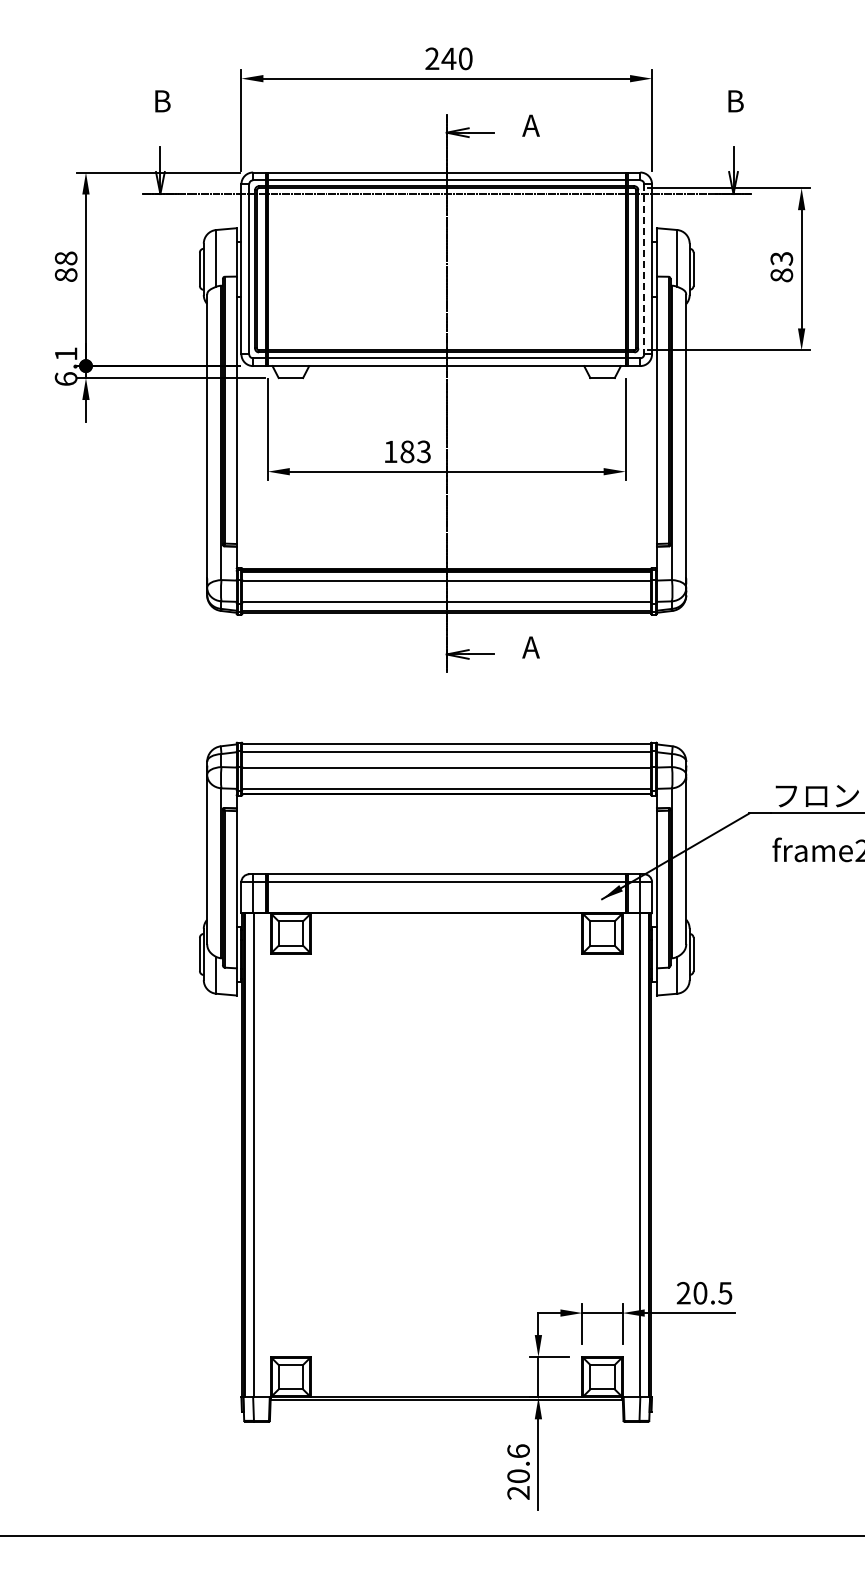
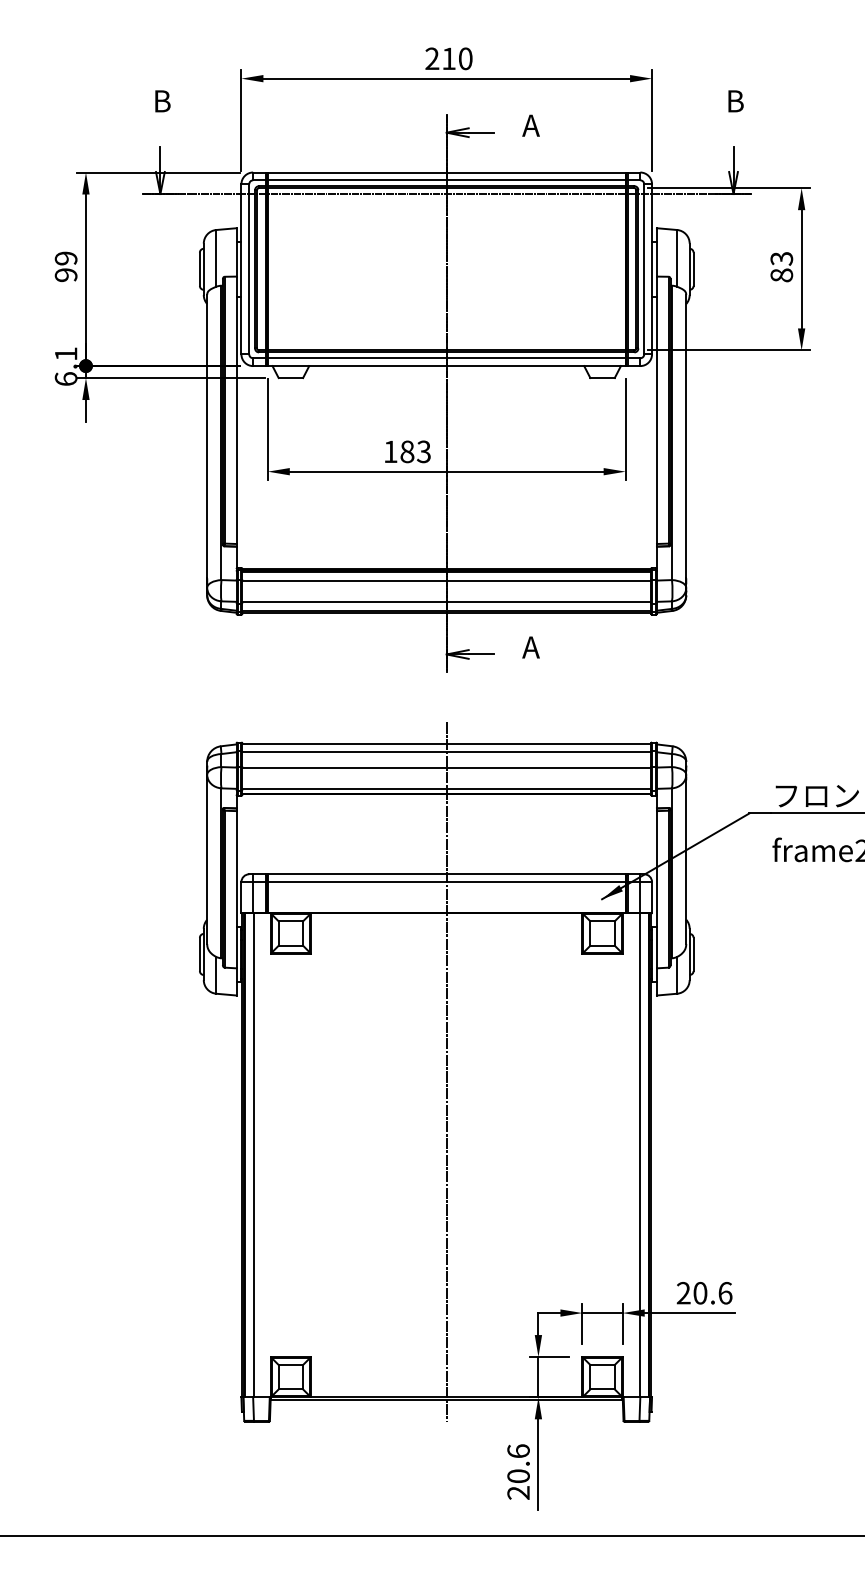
text at (448, 58): 240 -> 210
text at (65, 266): 88 -> 99
line at (644, 269): dashed -> solid
line at (446, 1072): none -> present
text at (725, 1293): 20.5 -> 20.6
